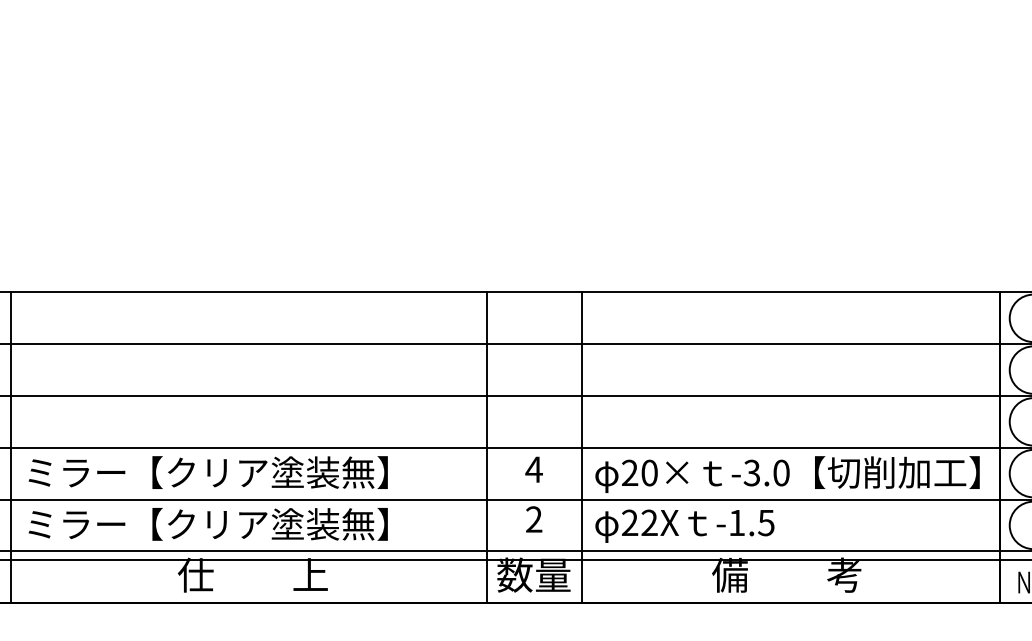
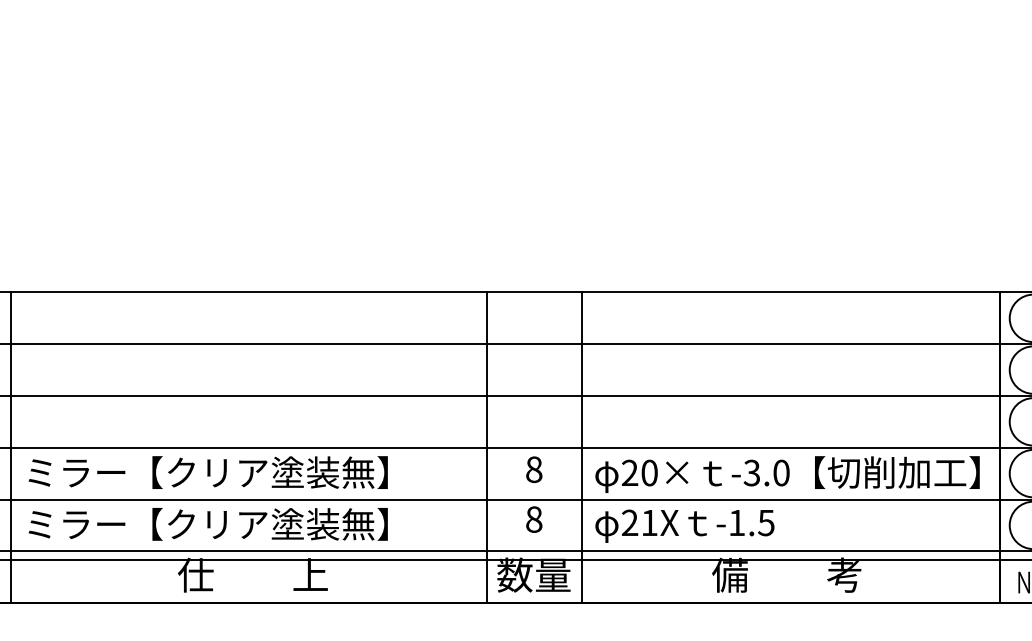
text at (533, 469): 4 -> 8
text at (534, 519): 2 -> 8
text at (649, 522): 22X -> 21X
